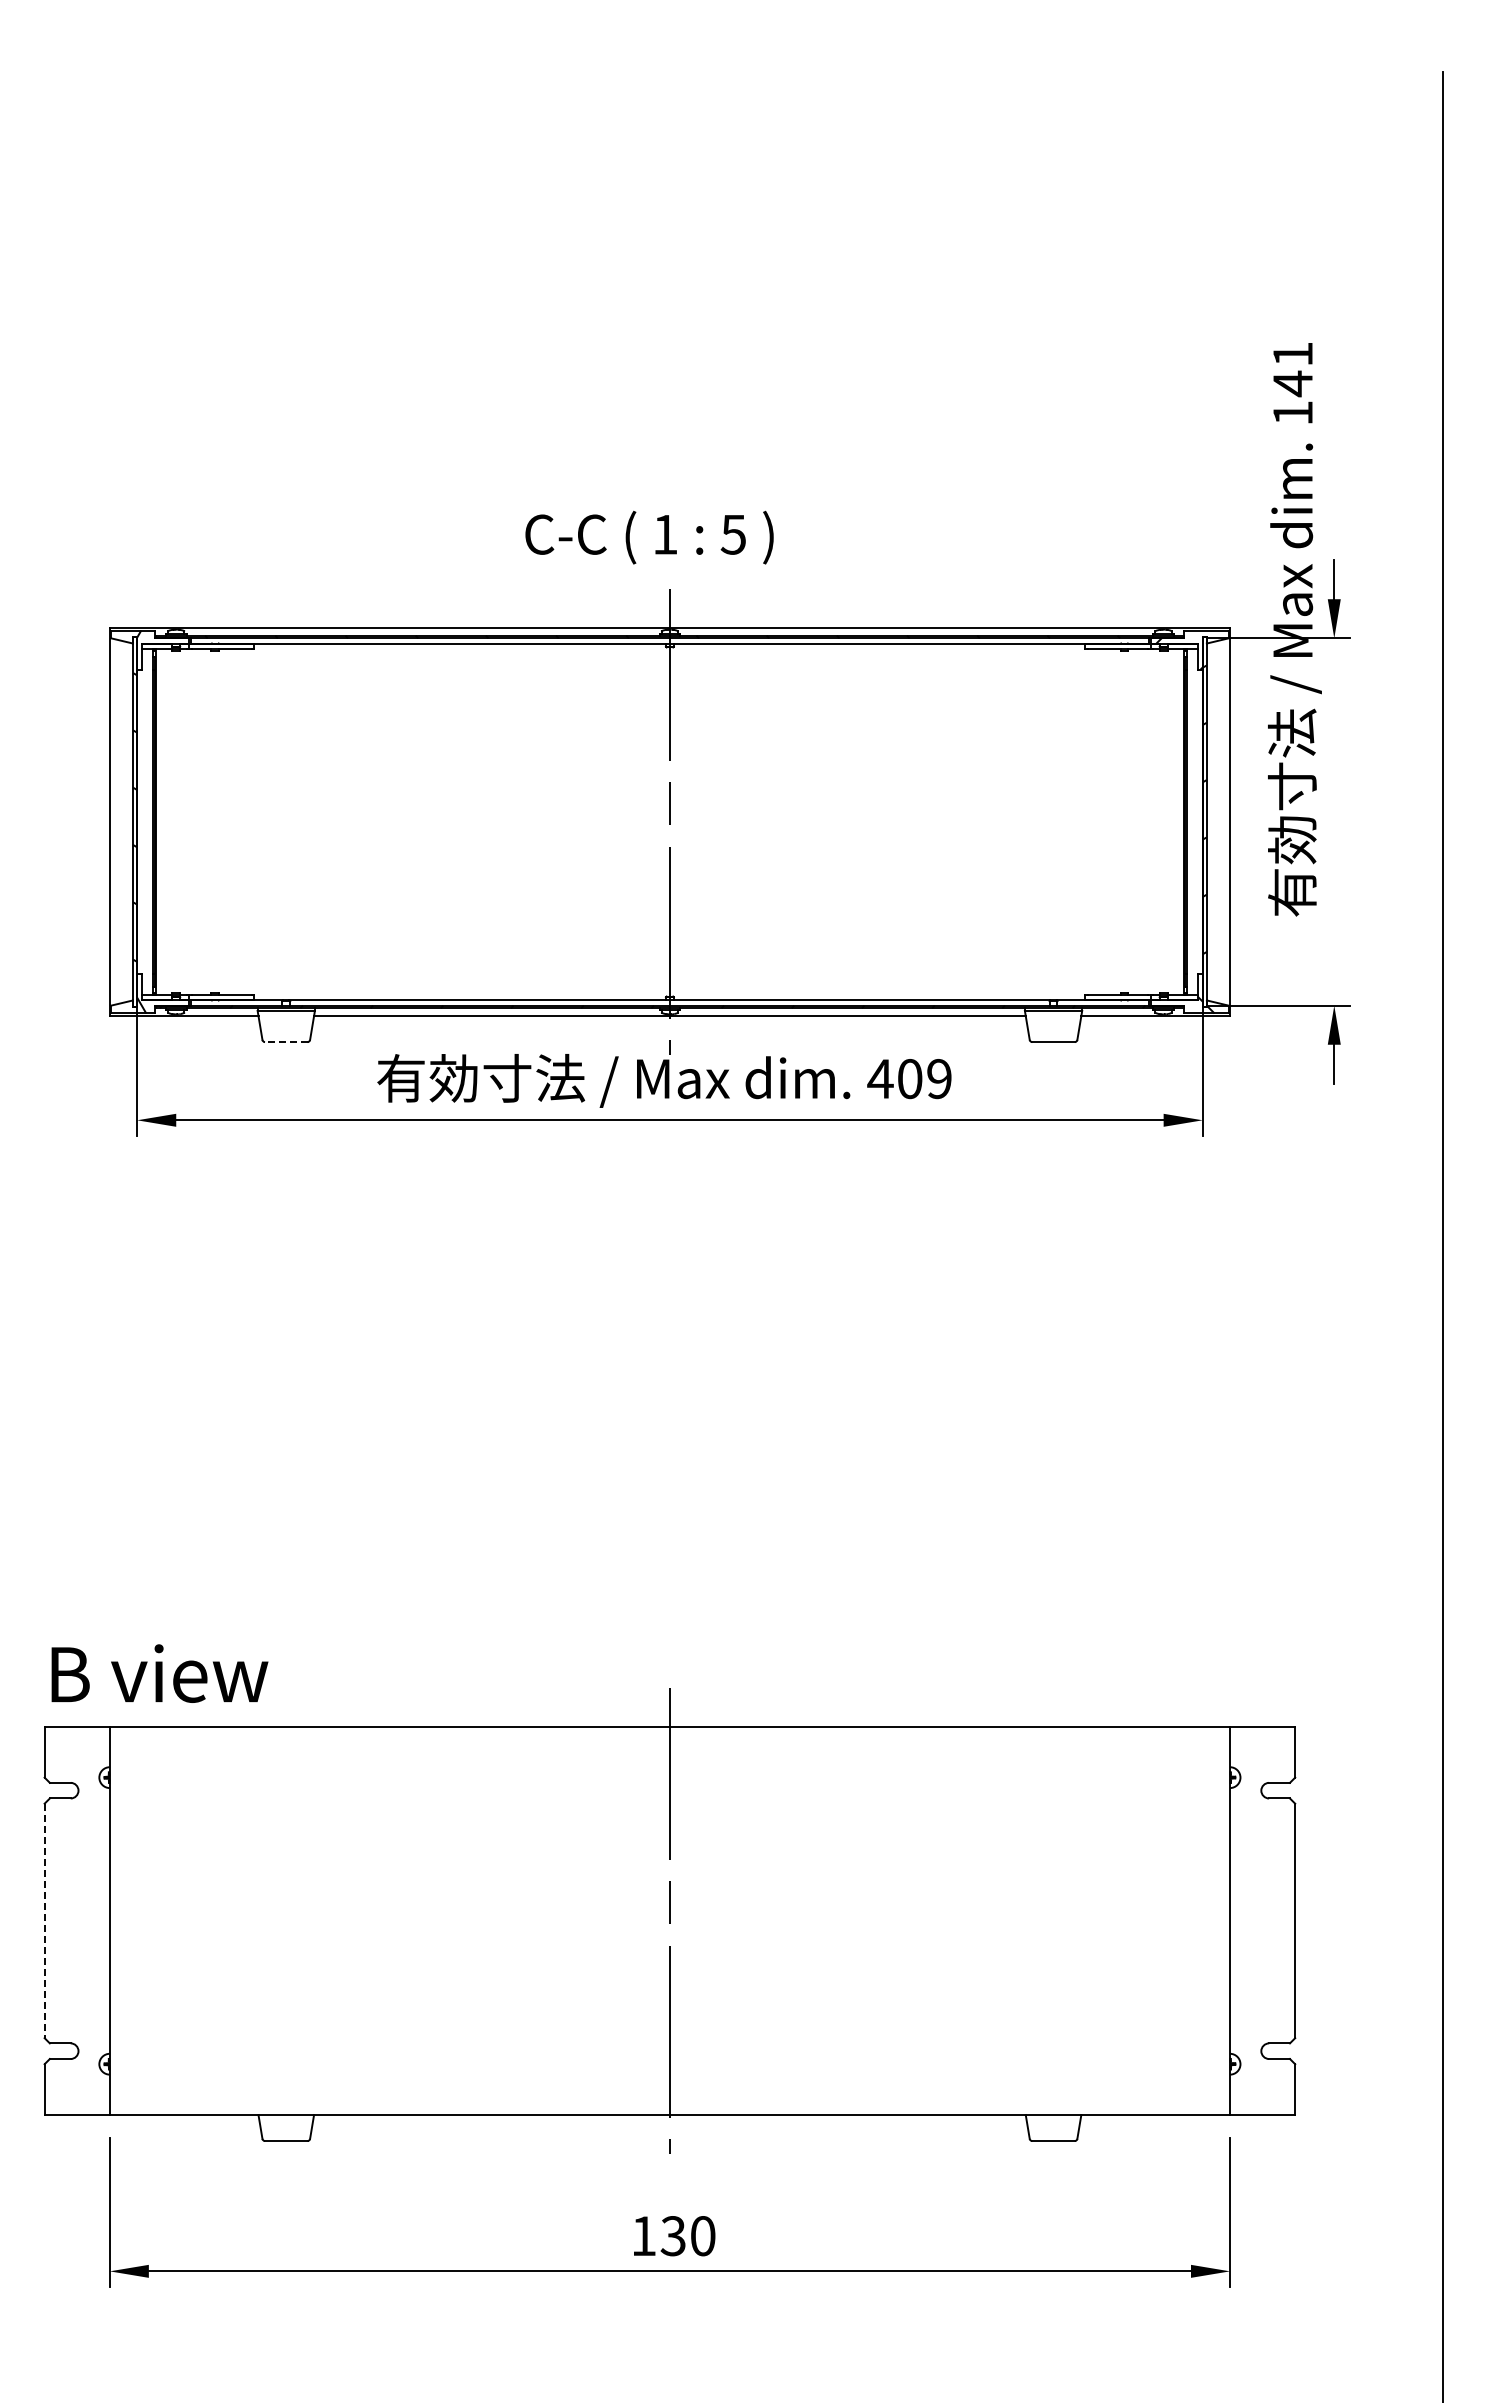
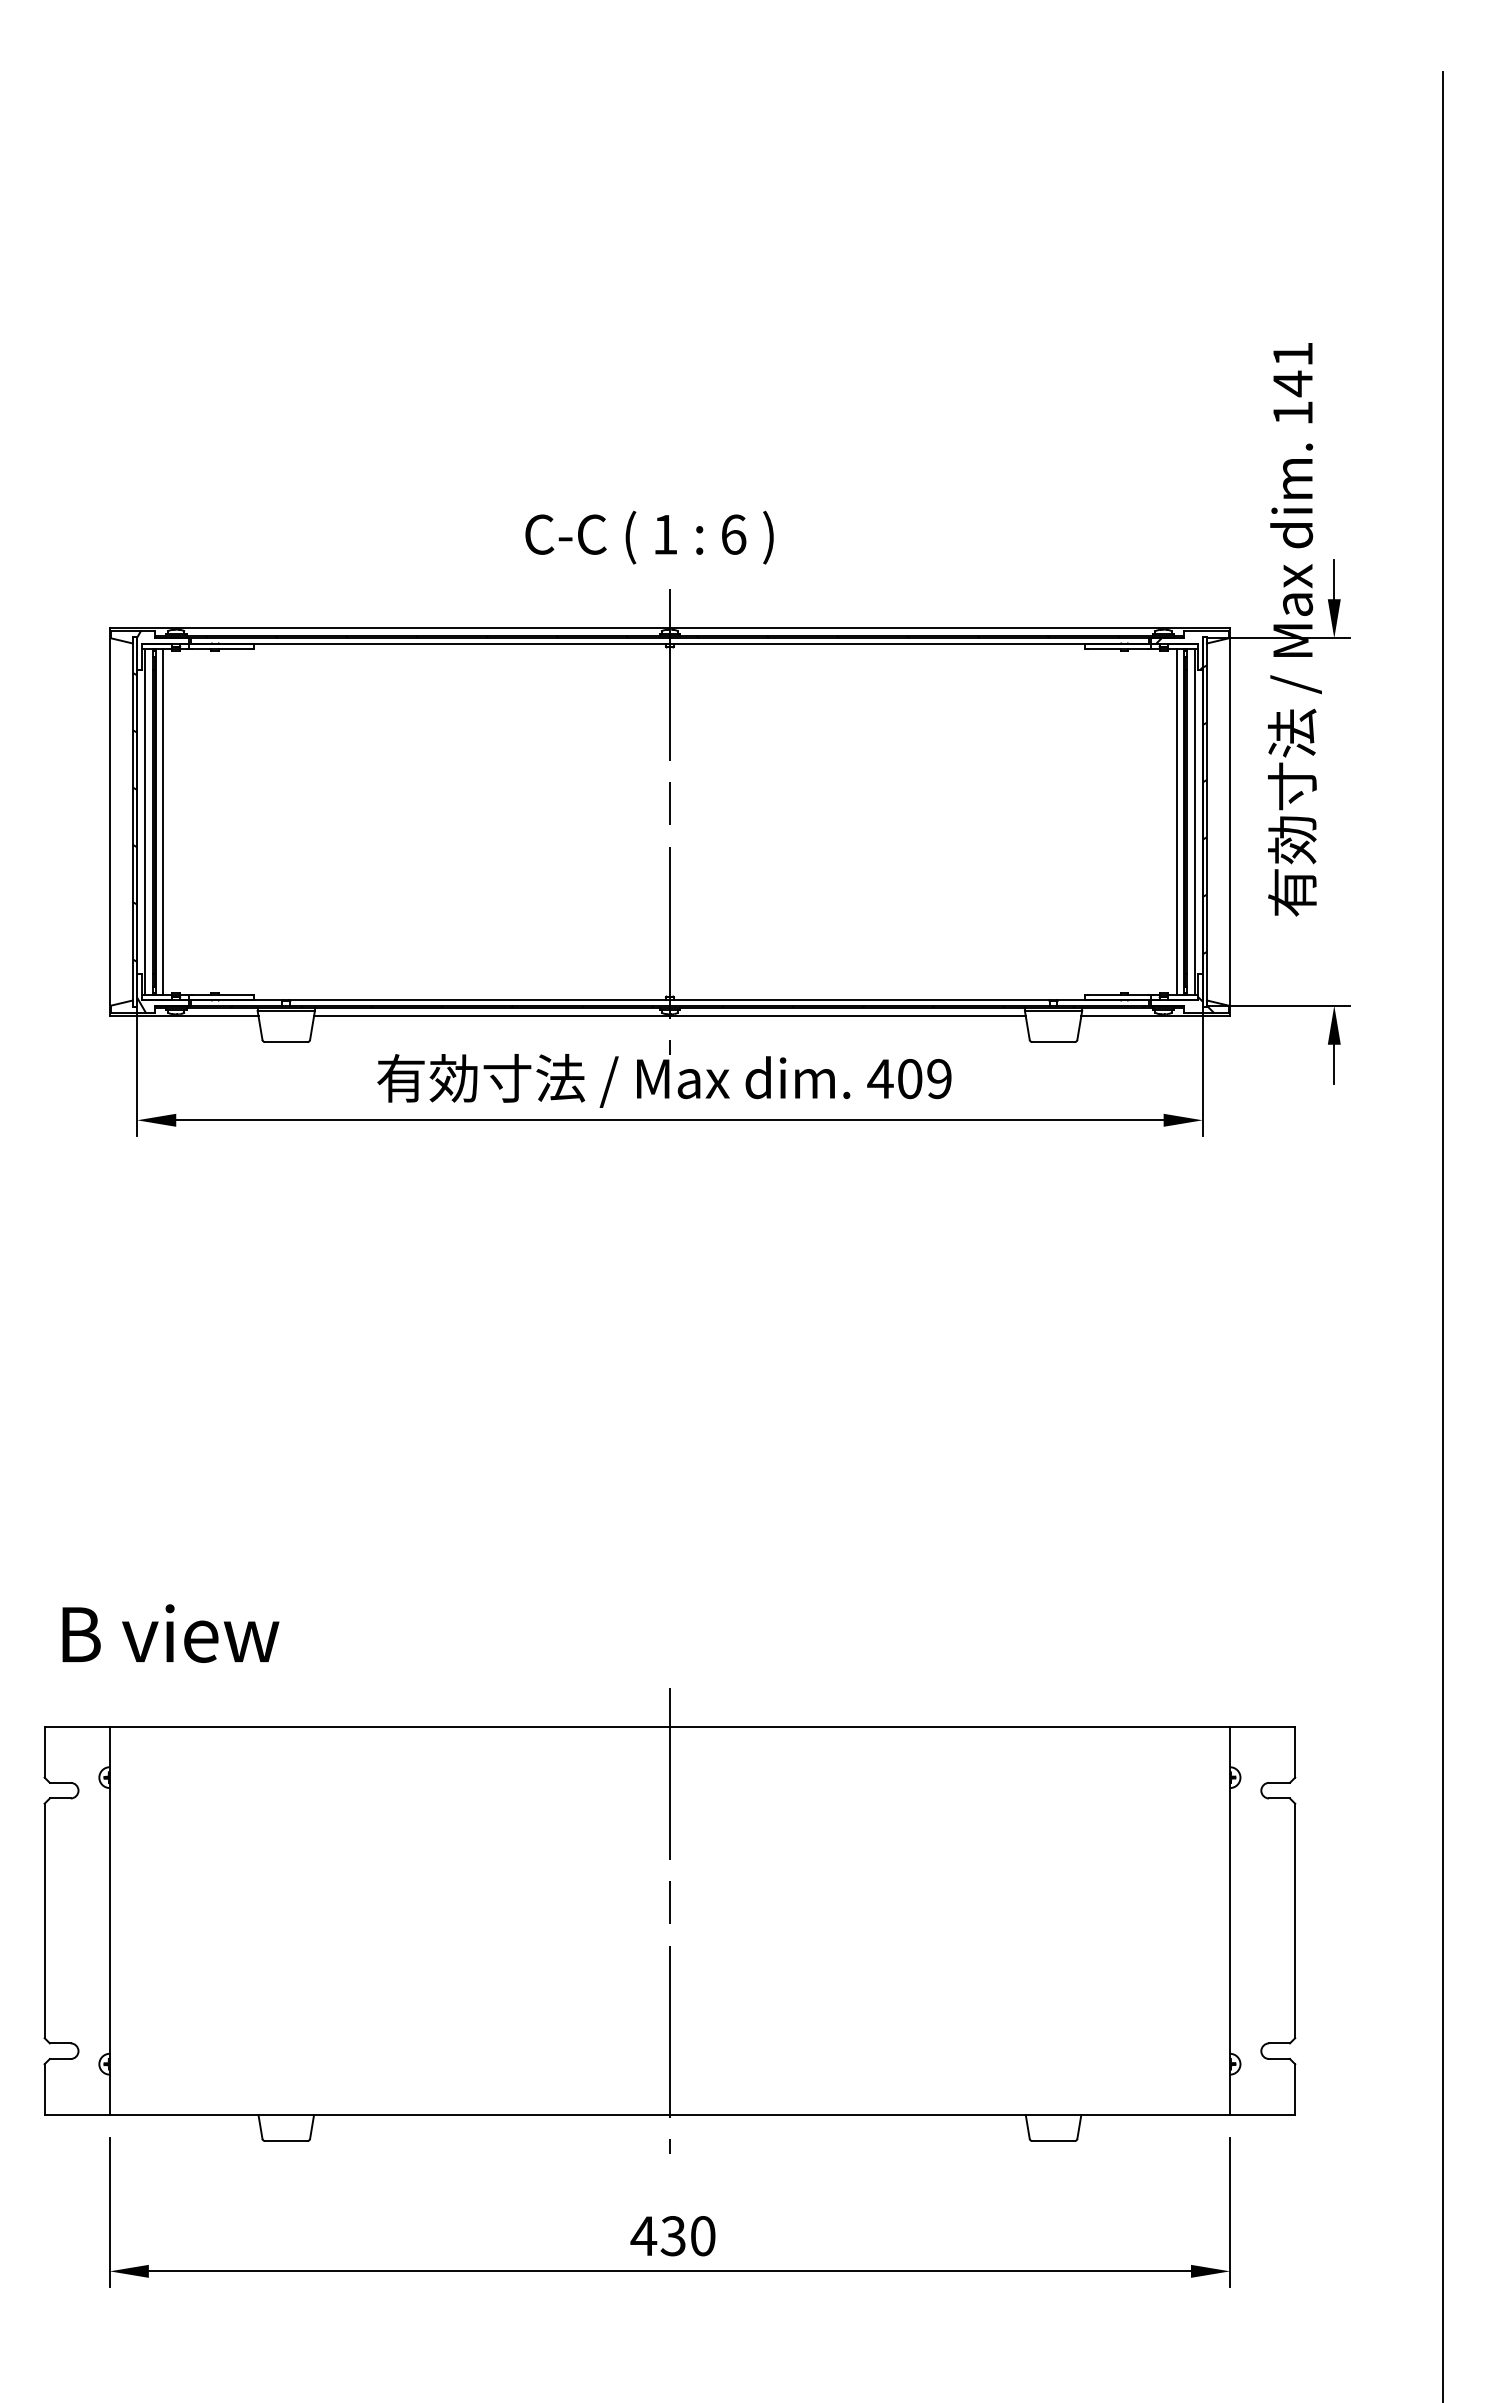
text at (733, 534): 5 -> 6
line at (145, 821): none -> present
line at (163, 821): none -> present
line at (1176, 821): none -> present
line at (1194, 821): none -> present
line at (285, 1042): dashed -> solid
text at (159, 1673) position: (159, 1673) -> (170, 1633)
line at (44, 1921): dashed -> solid
text at (643, 2235): 130 -> 430
